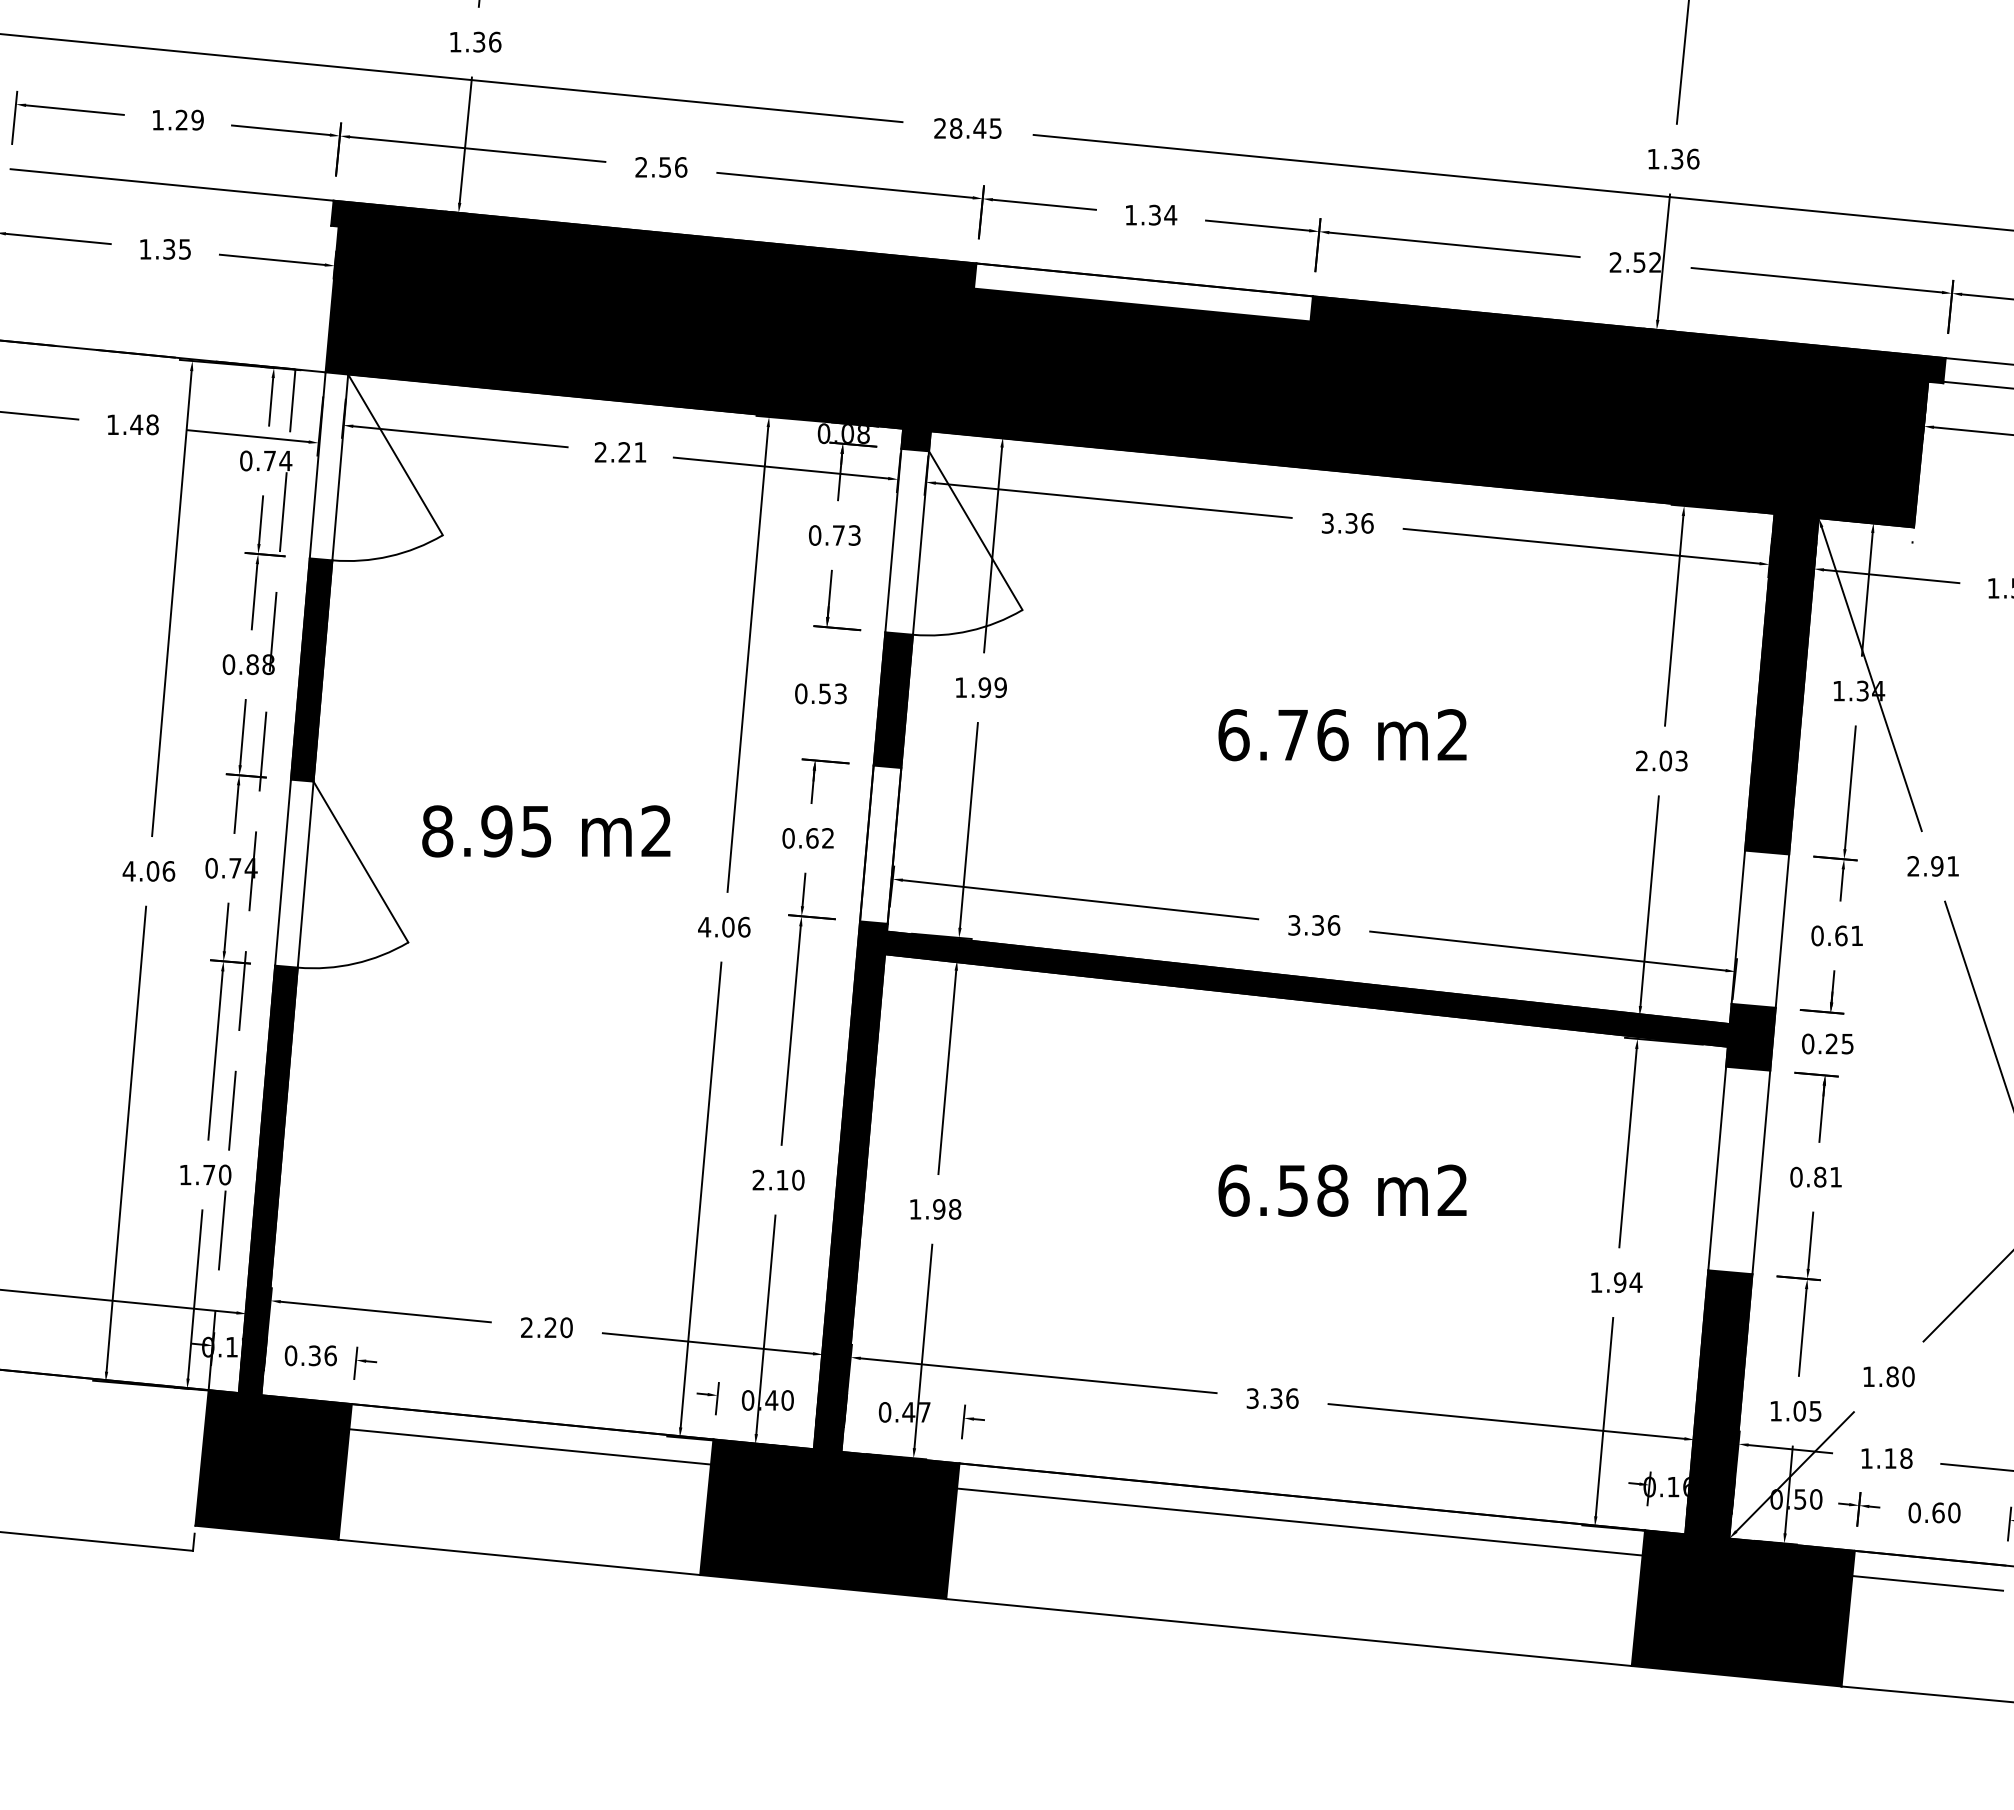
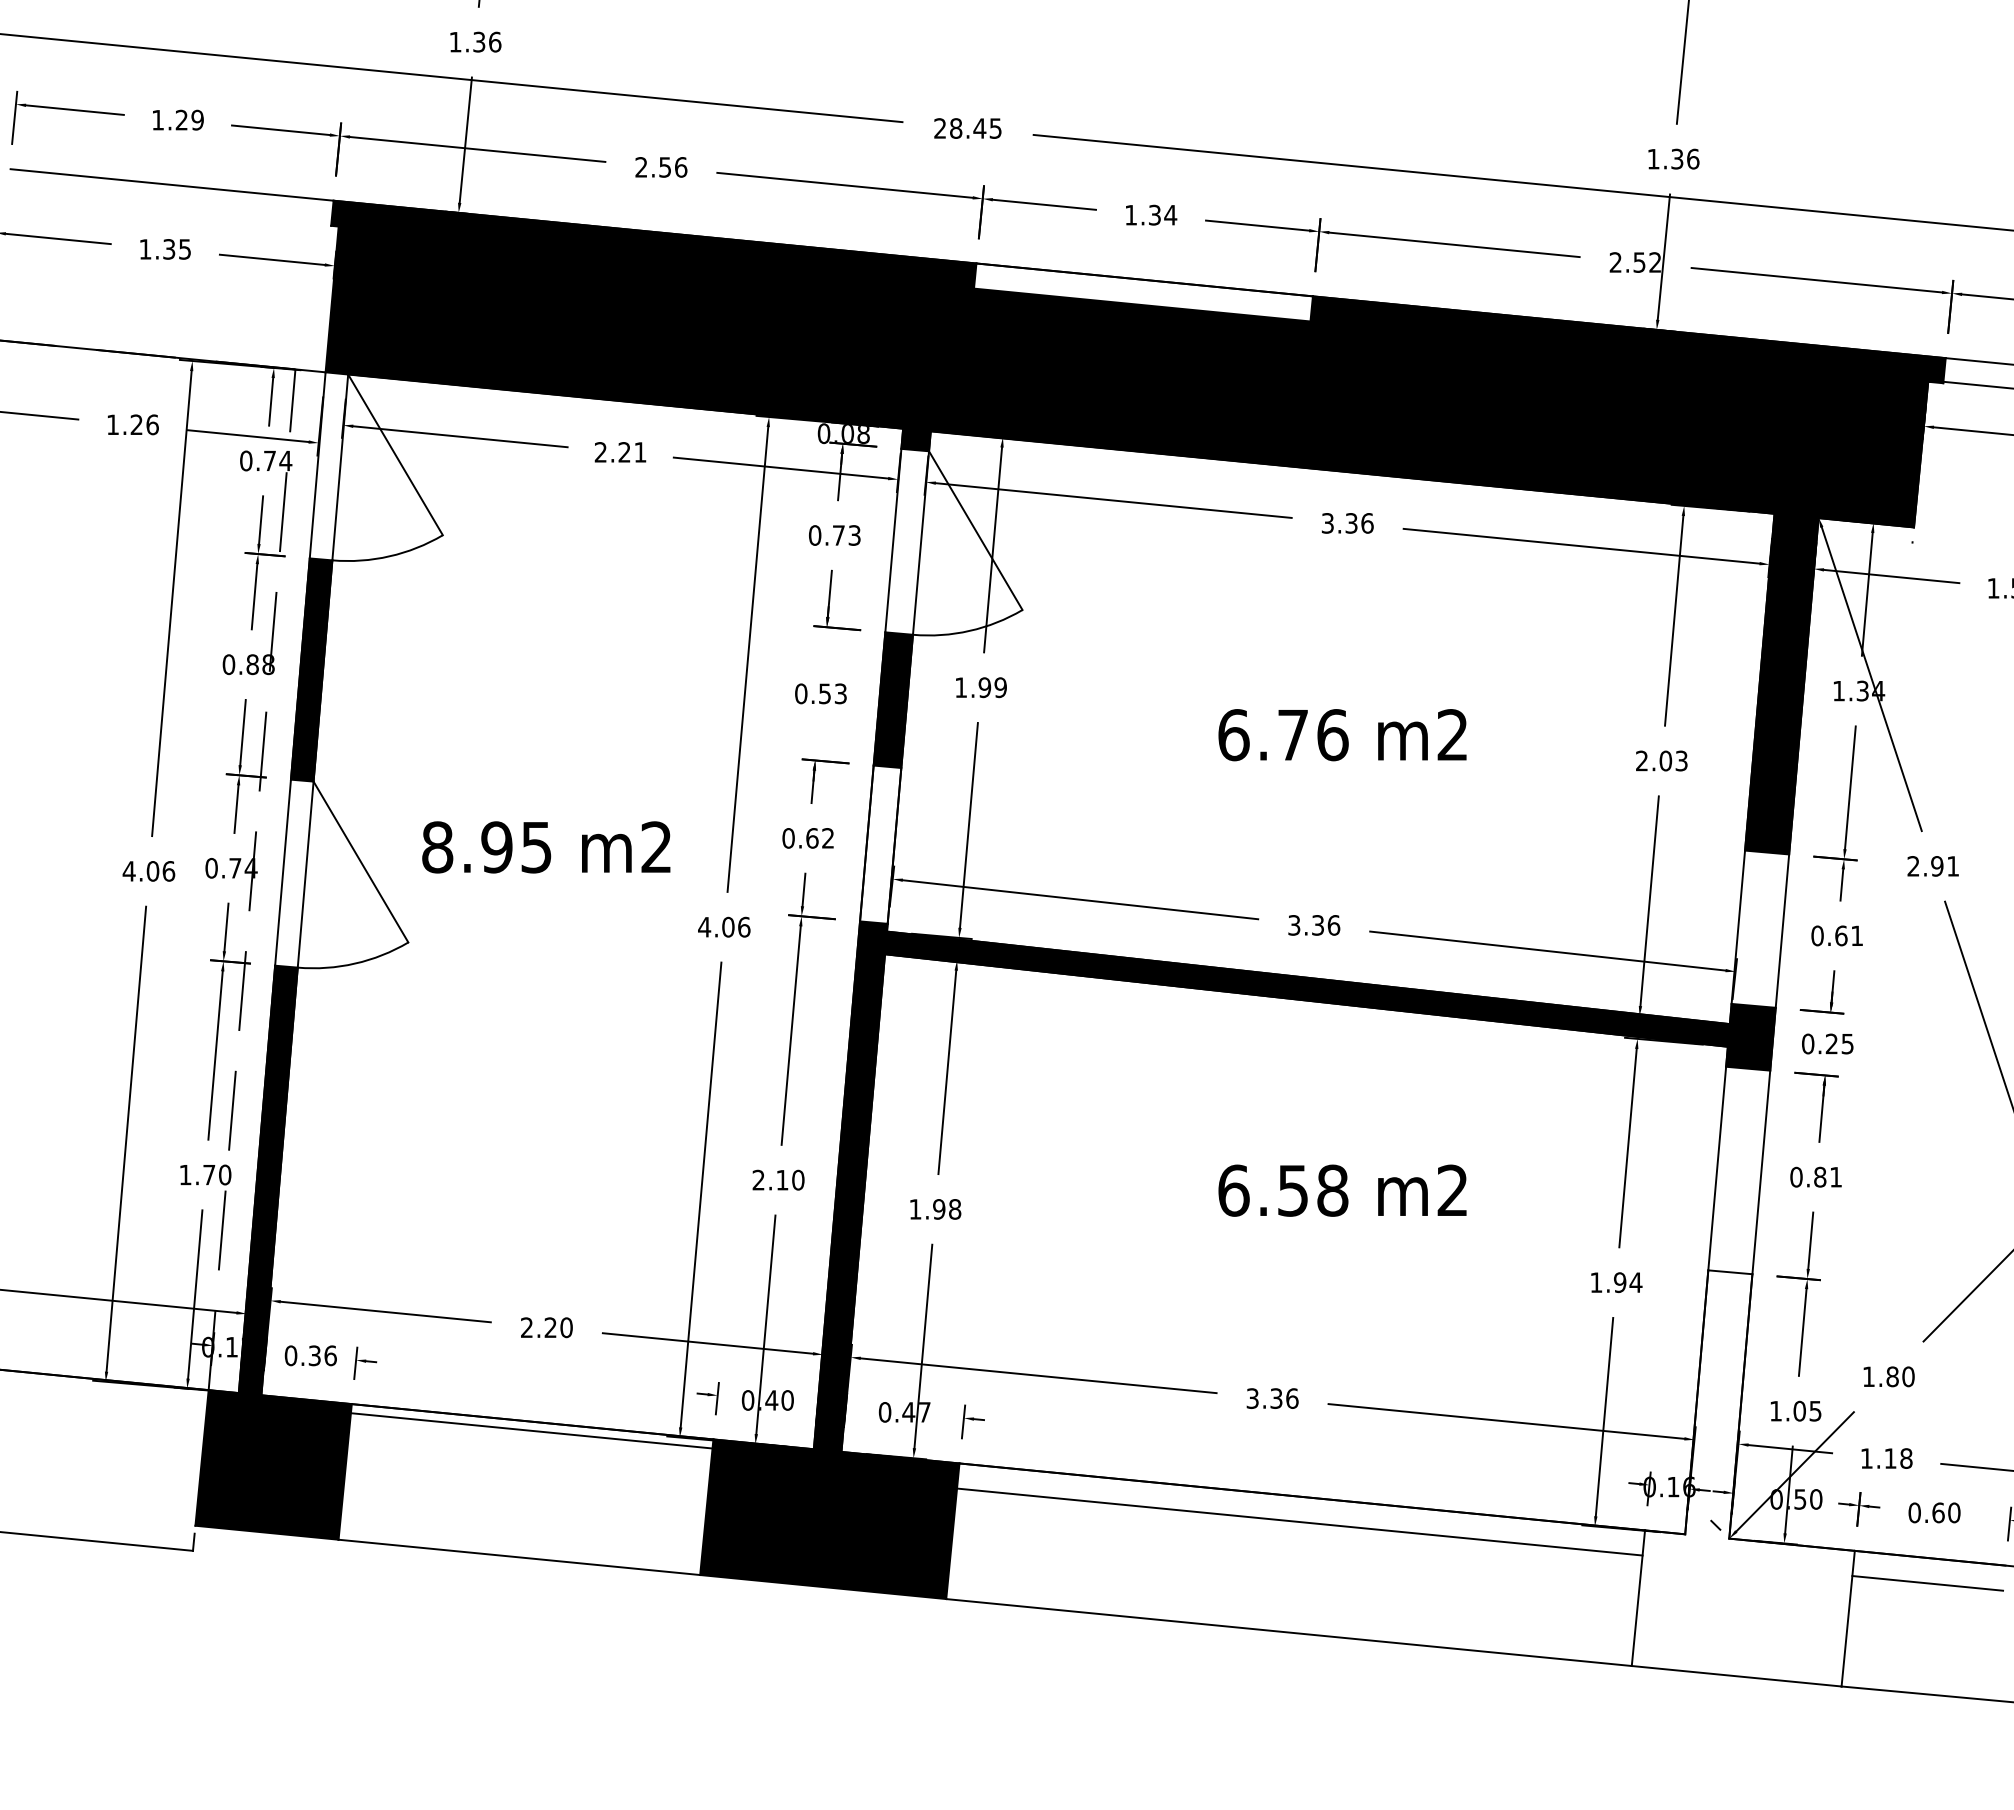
text at (144, 424): 1.48 -> 1.26
text at (546, 831) position: (546, 831) -> (546, 847)
line at (529, 1446) position: (529, 1446) -> (531, 1430)
fill at (1742, 1478): present -> none
